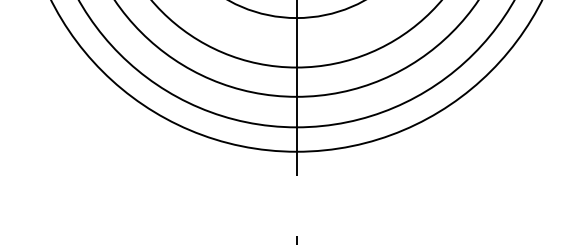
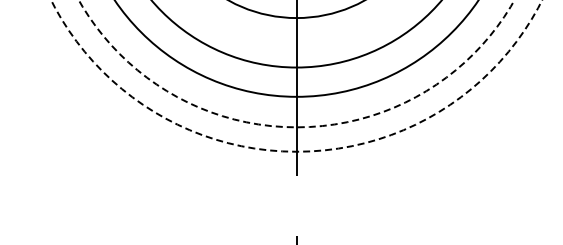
circle at (296, 63): solid -> dashed
circle at (296, 75): solid -> dashed
